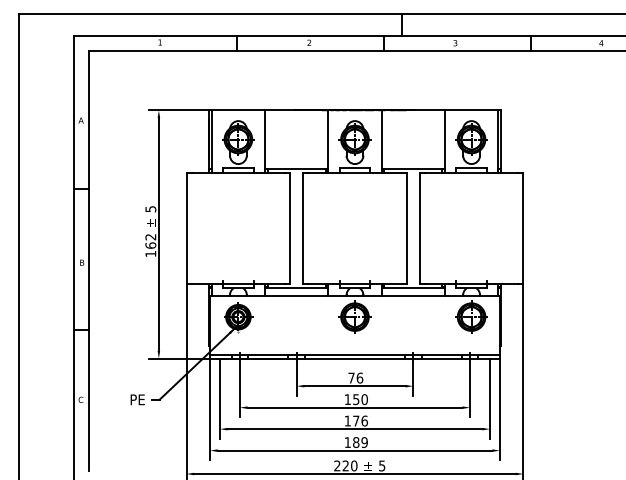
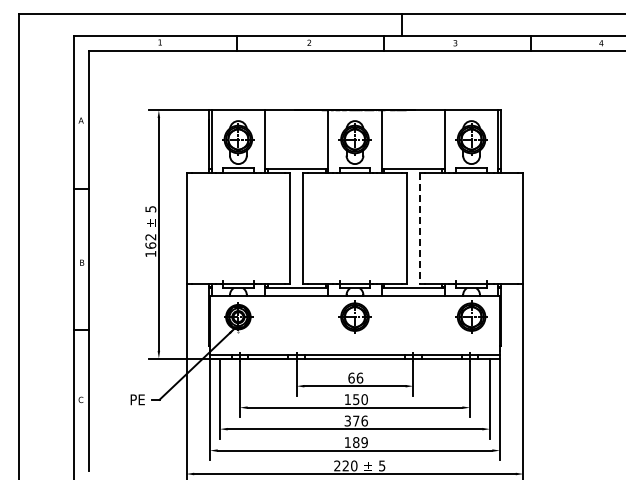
line at (419, 228): solid -> dashed
text at (351, 377): 76 -> 66
text at (347, 420): 176 -> 376
